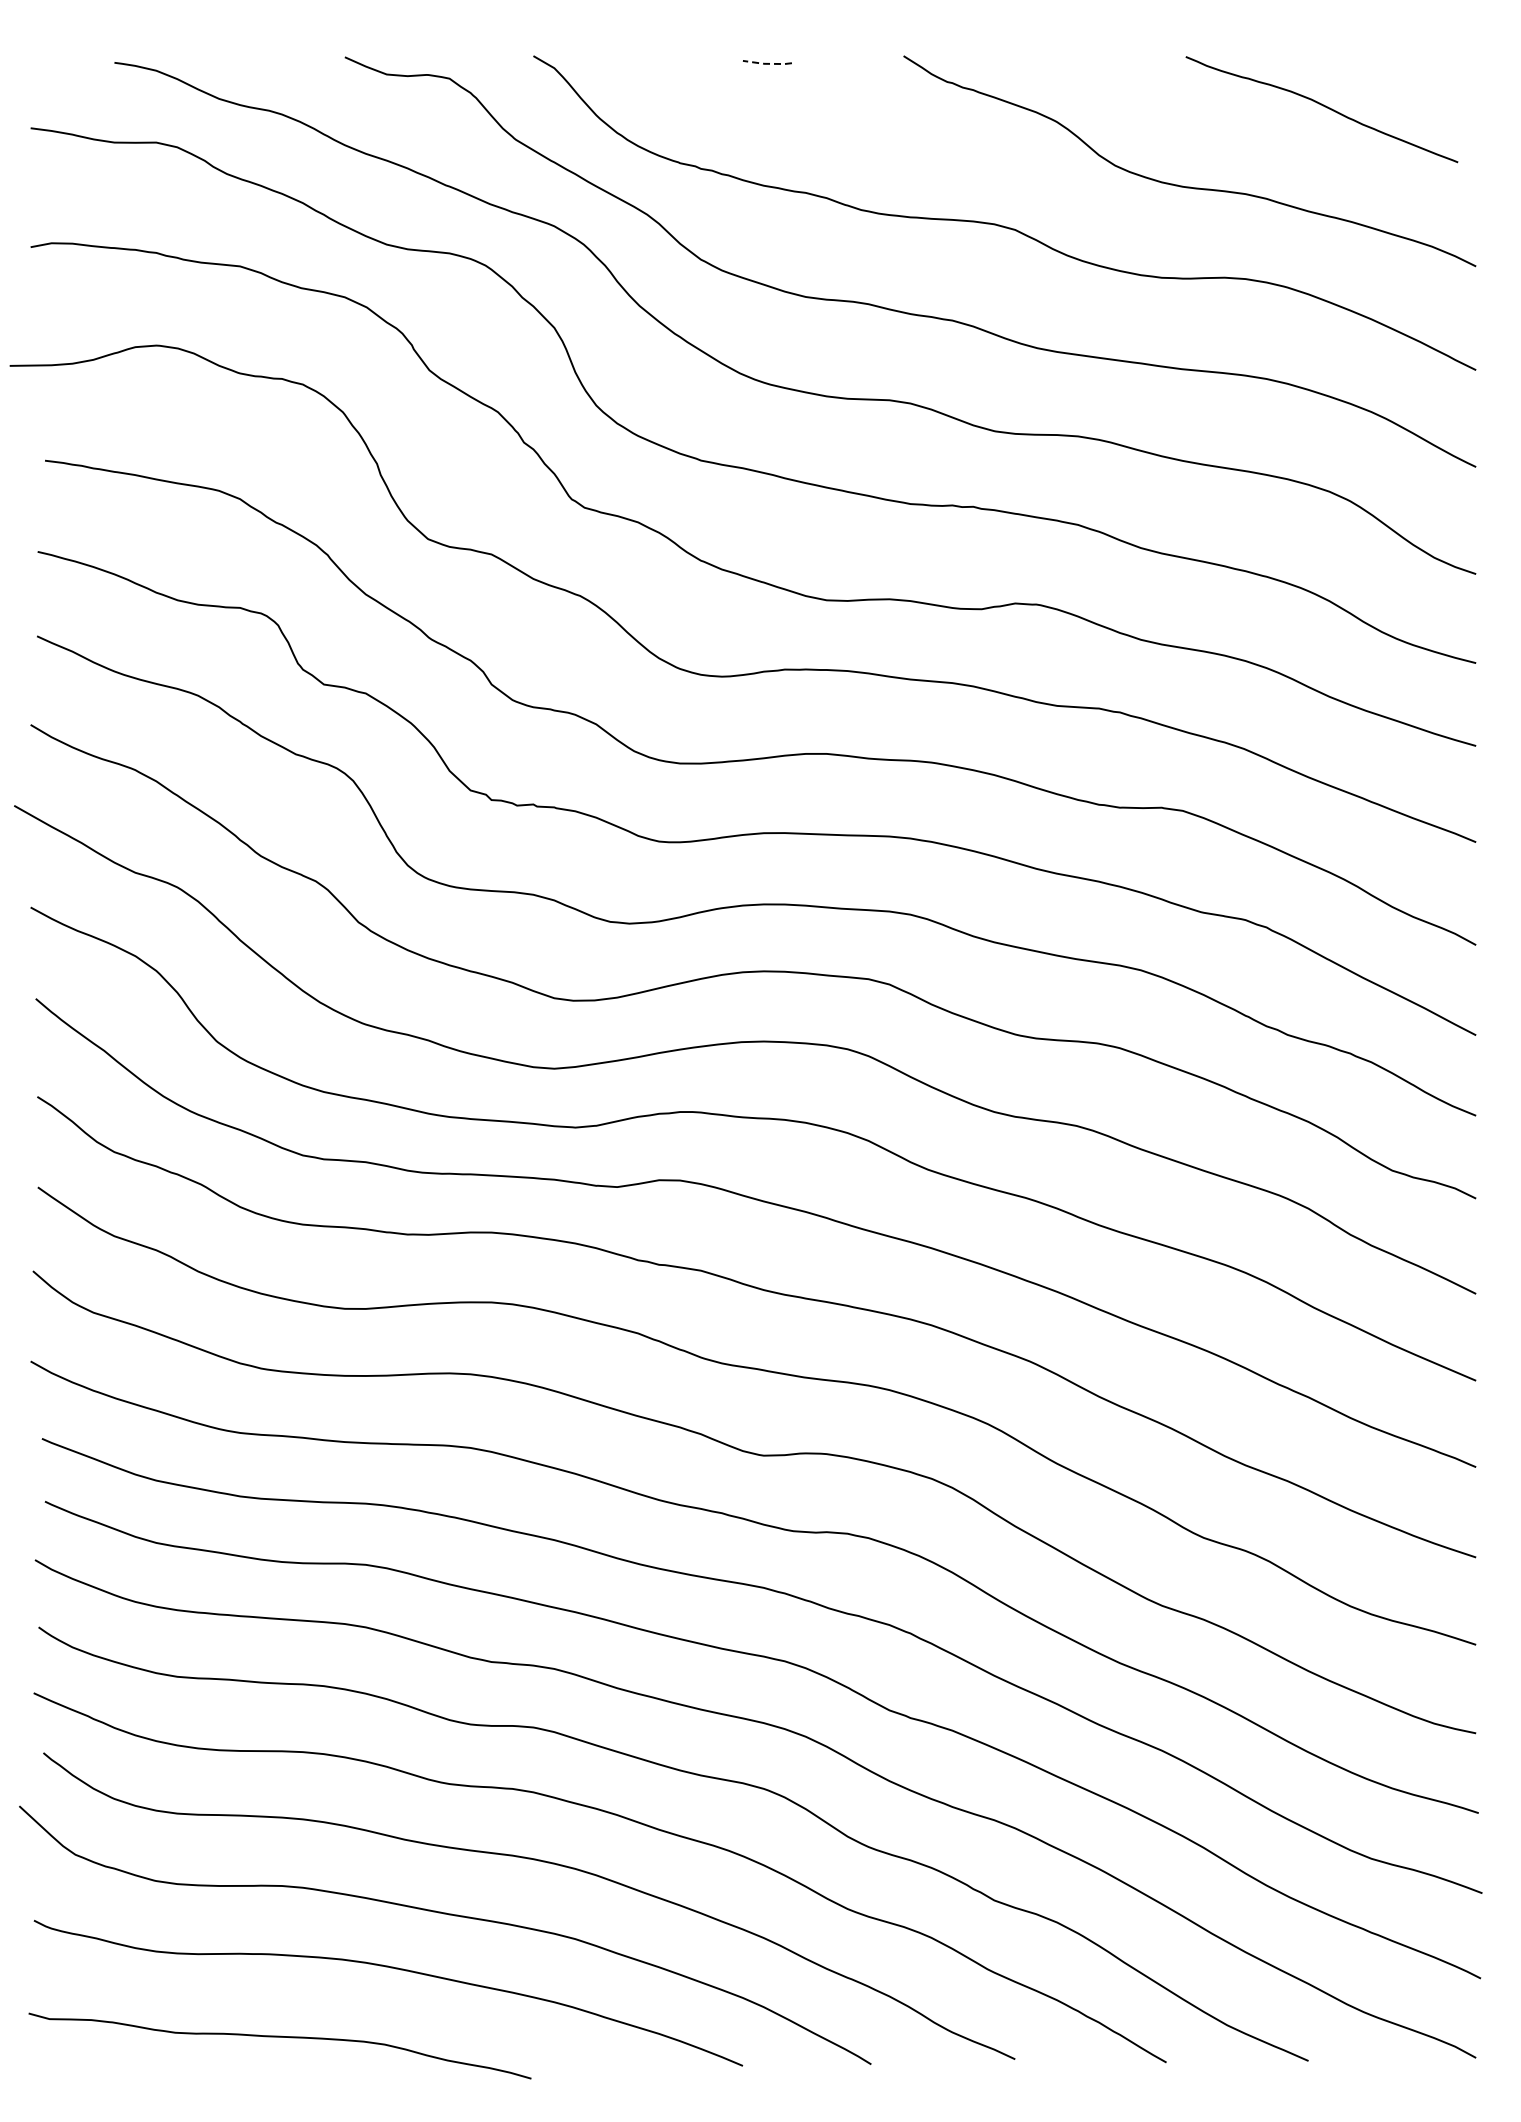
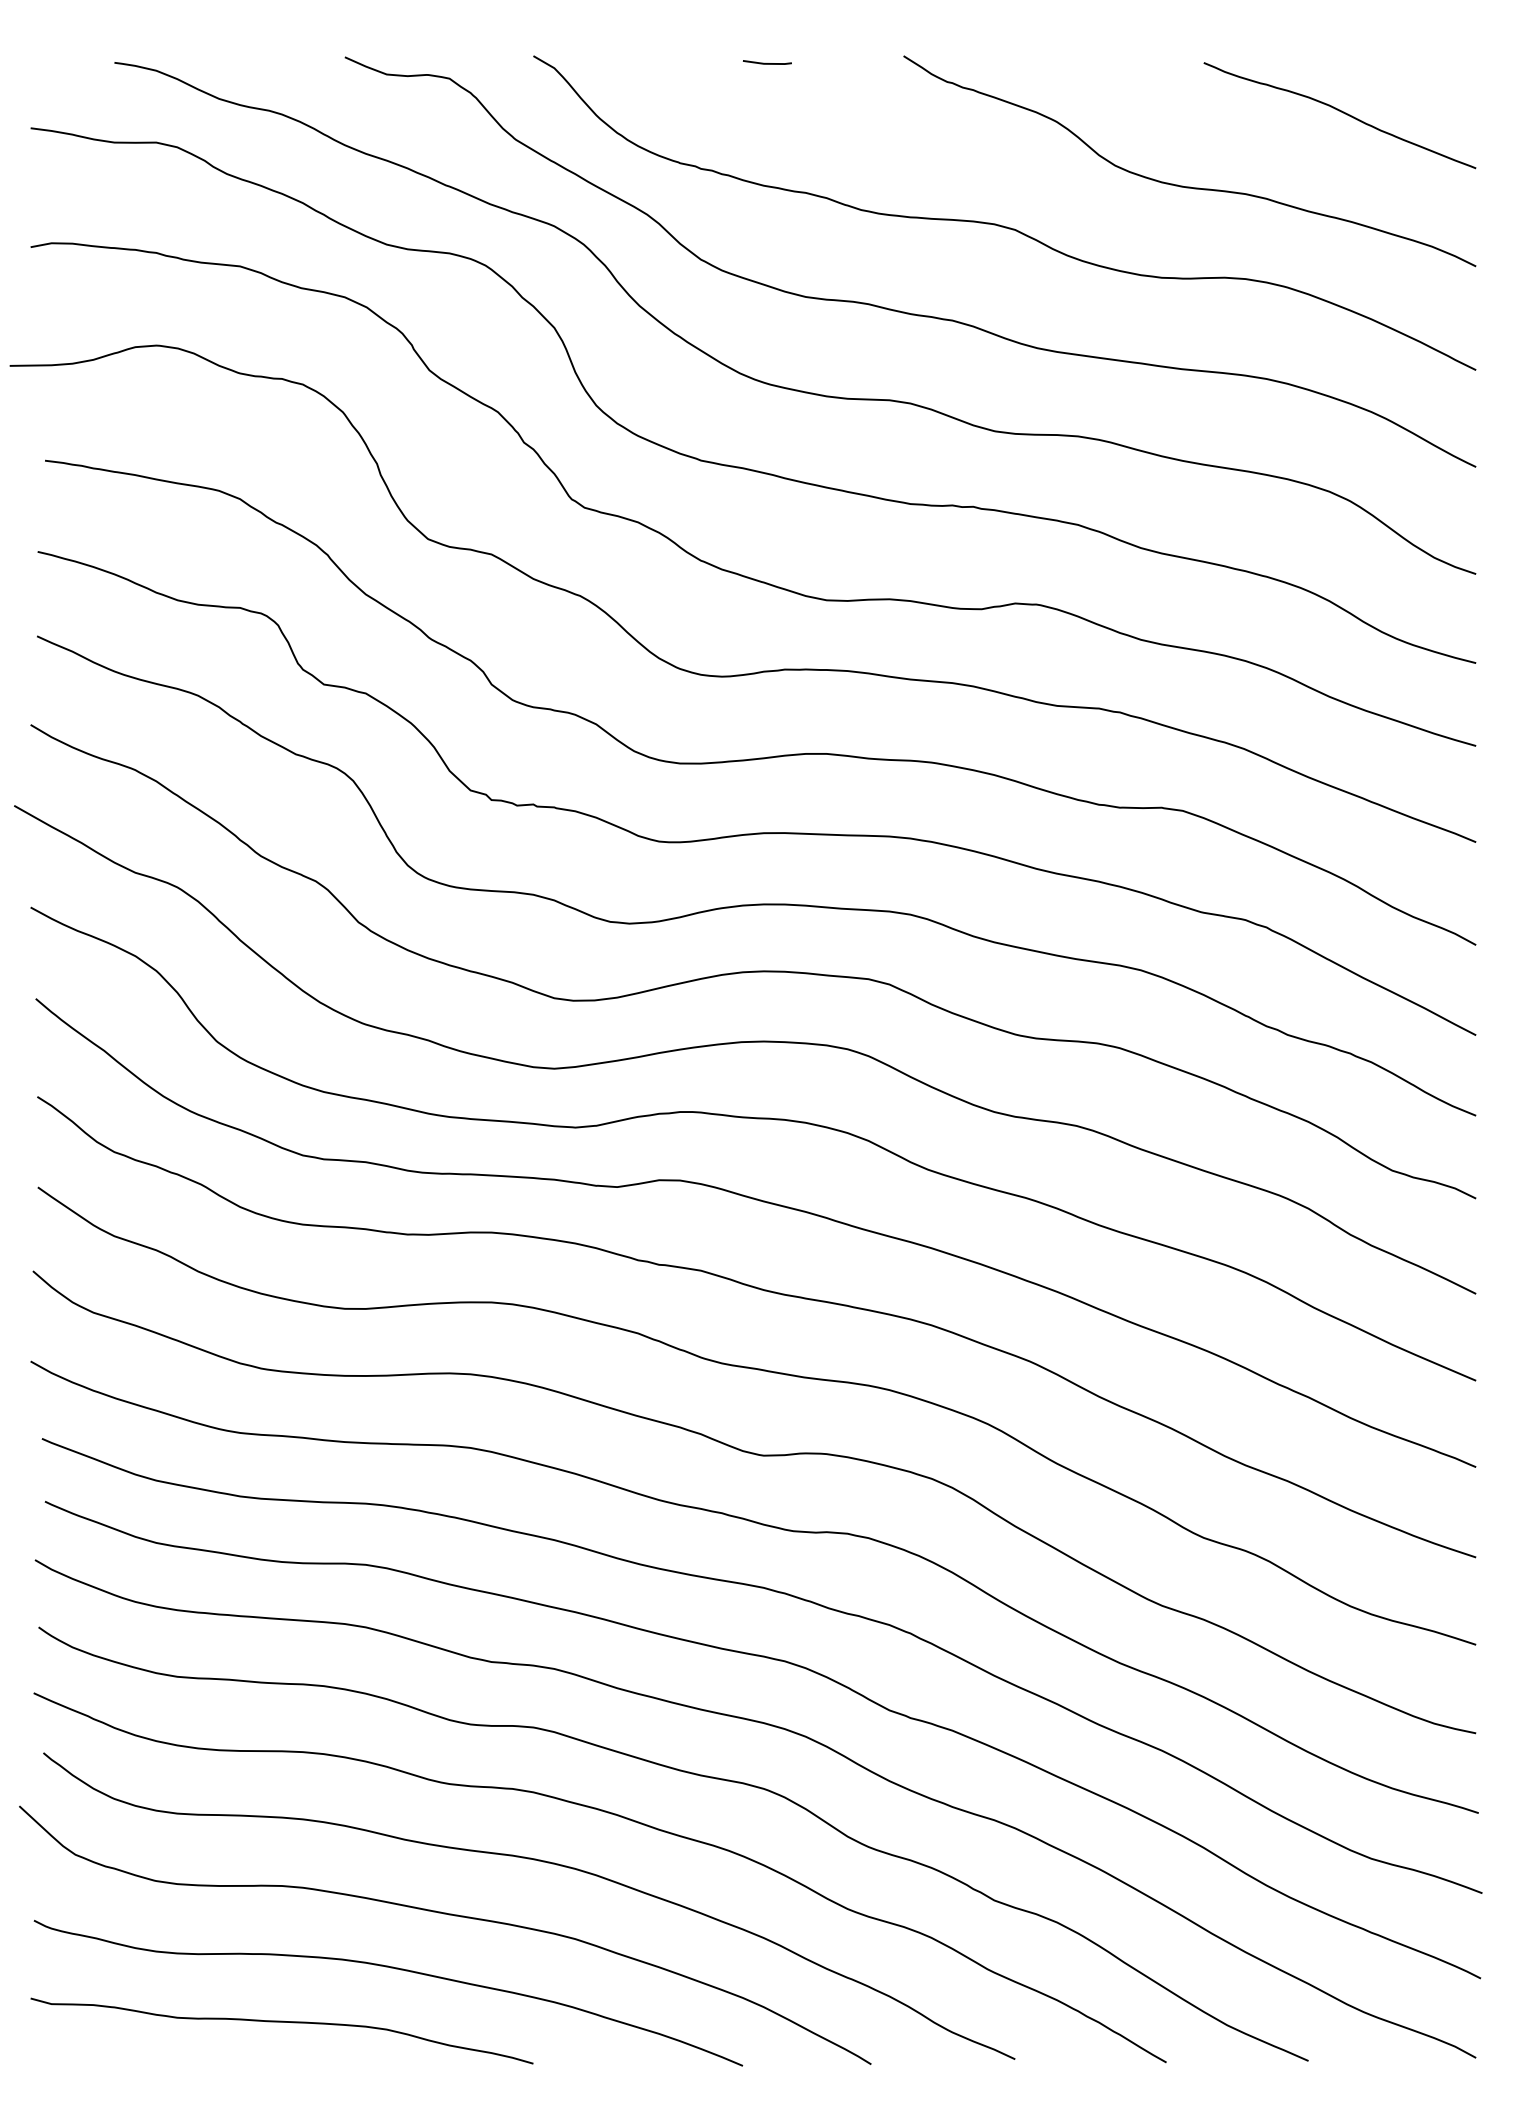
line at (766, 63): dashed -> solid
curve at (1323, 106) position: (1323, 106) -> (1341, 112)
curve at (279, 2037) position: (279, 2037) -> (281, 2022)
